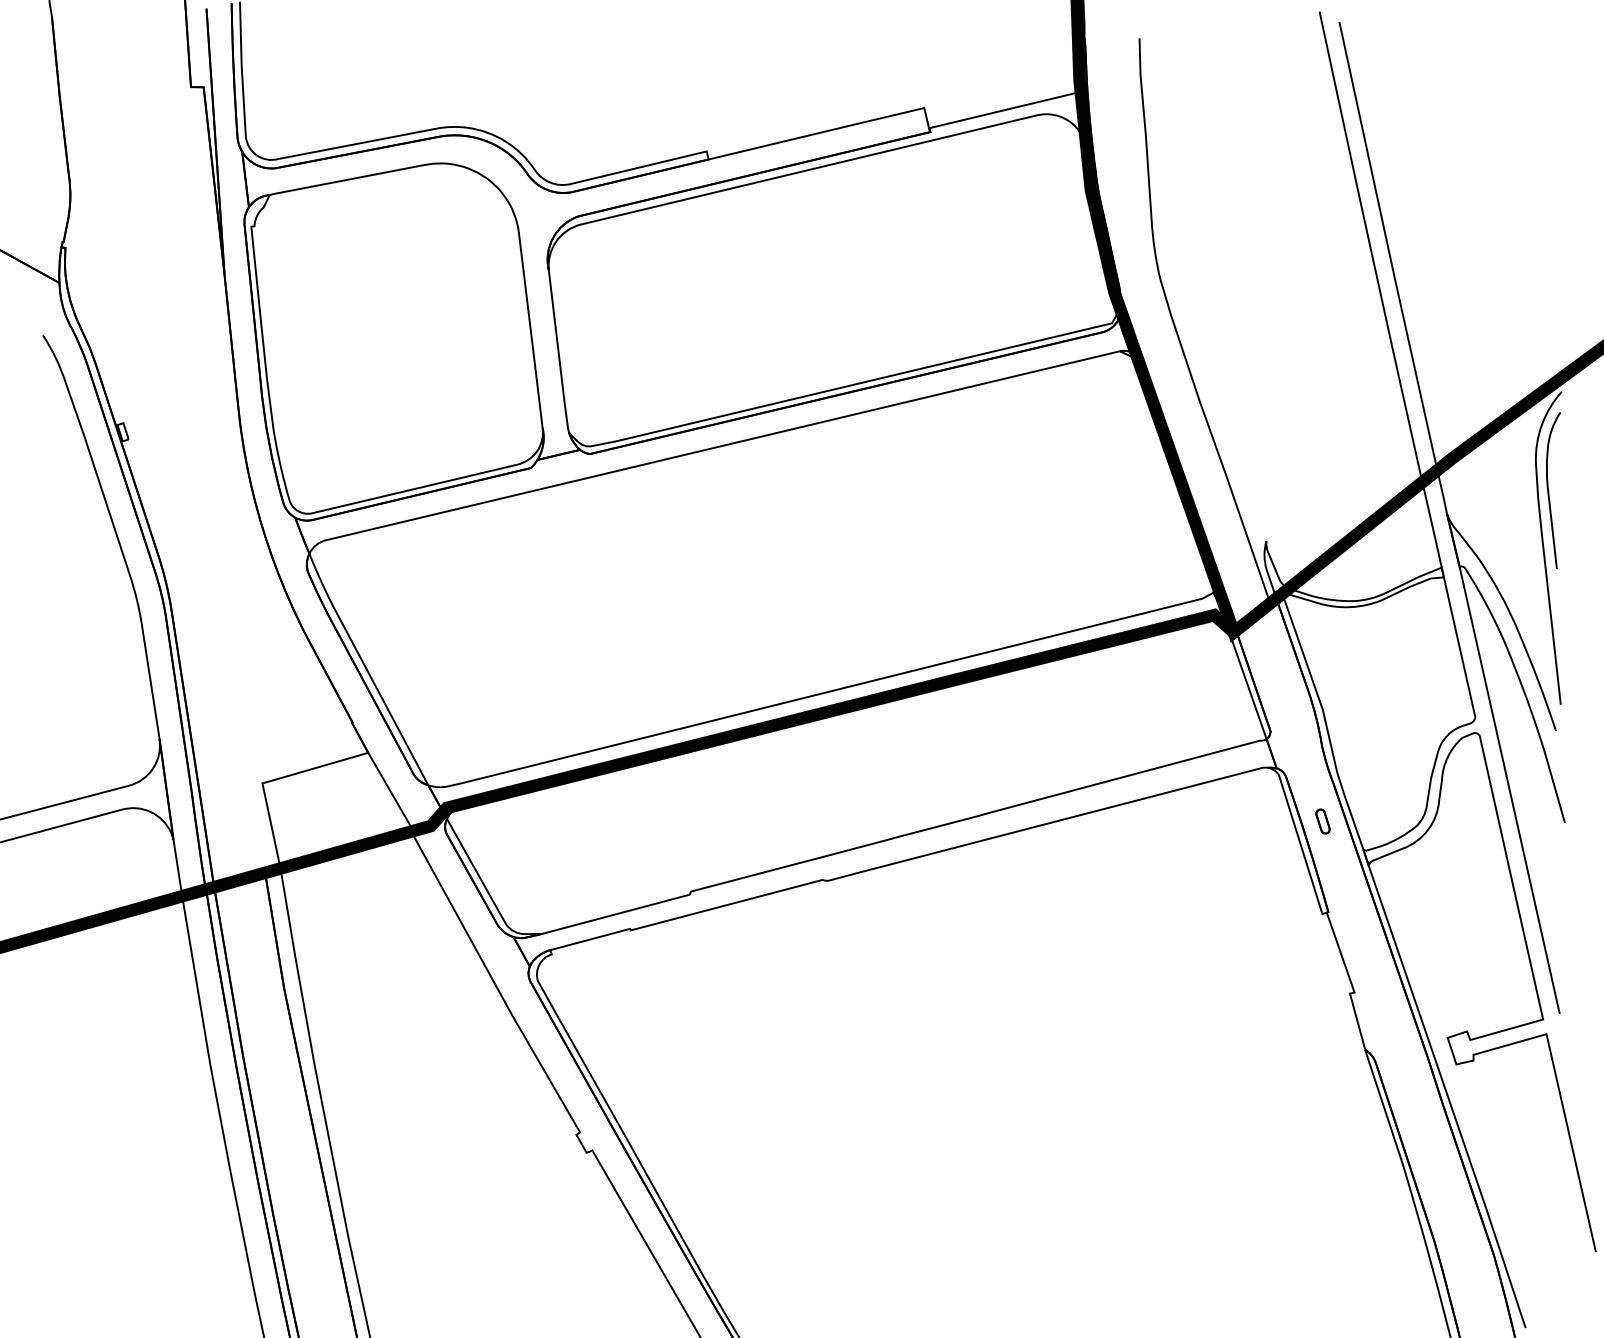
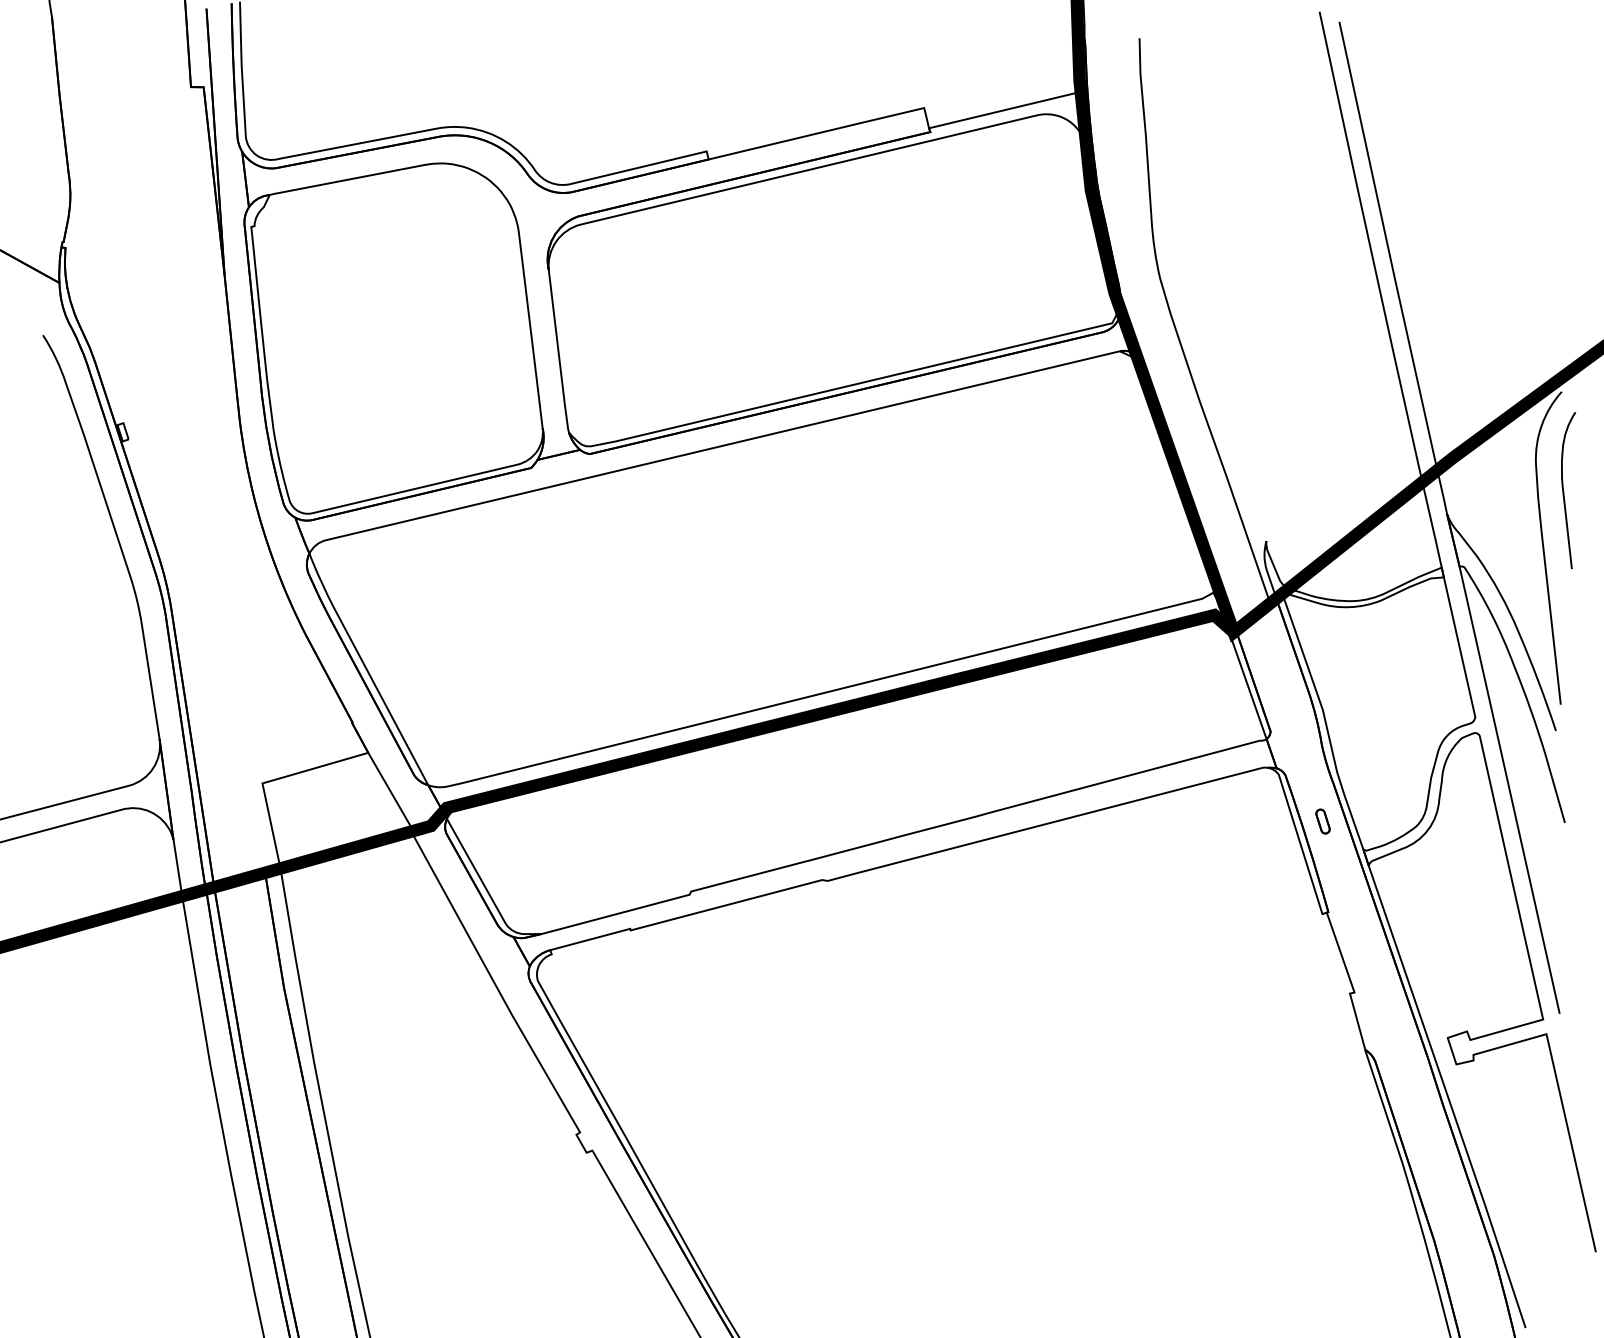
curve at (1549, 491) position: (1549, 491) -> (1564, 491)
